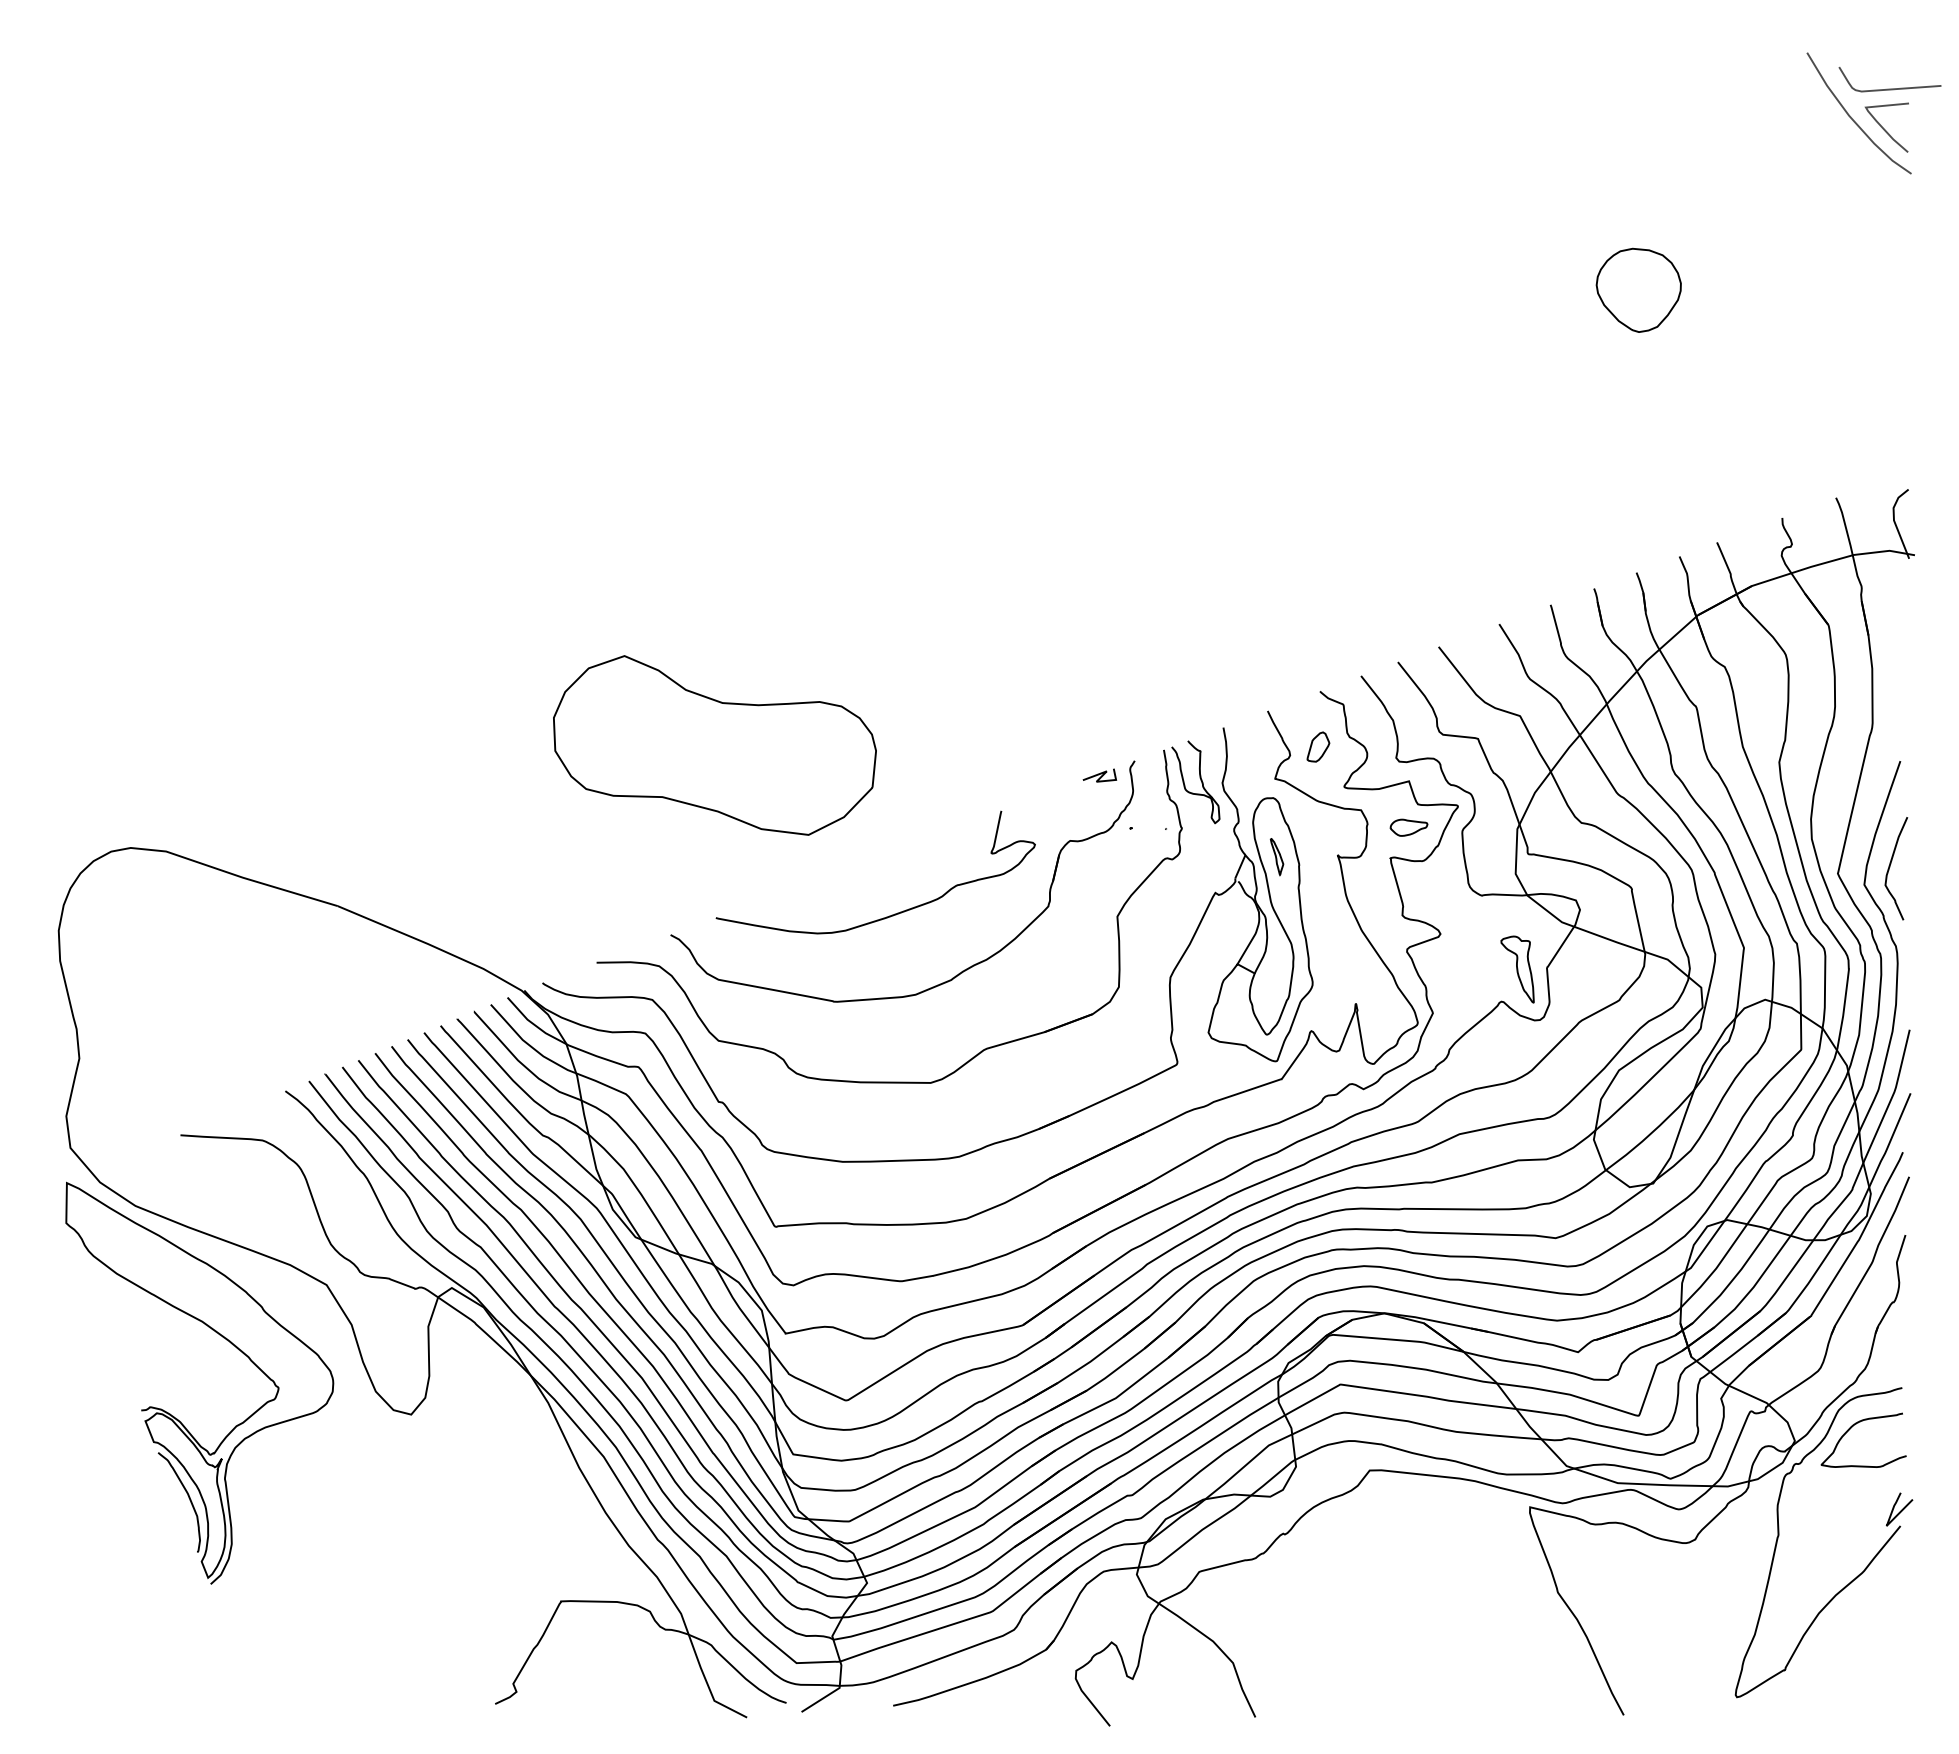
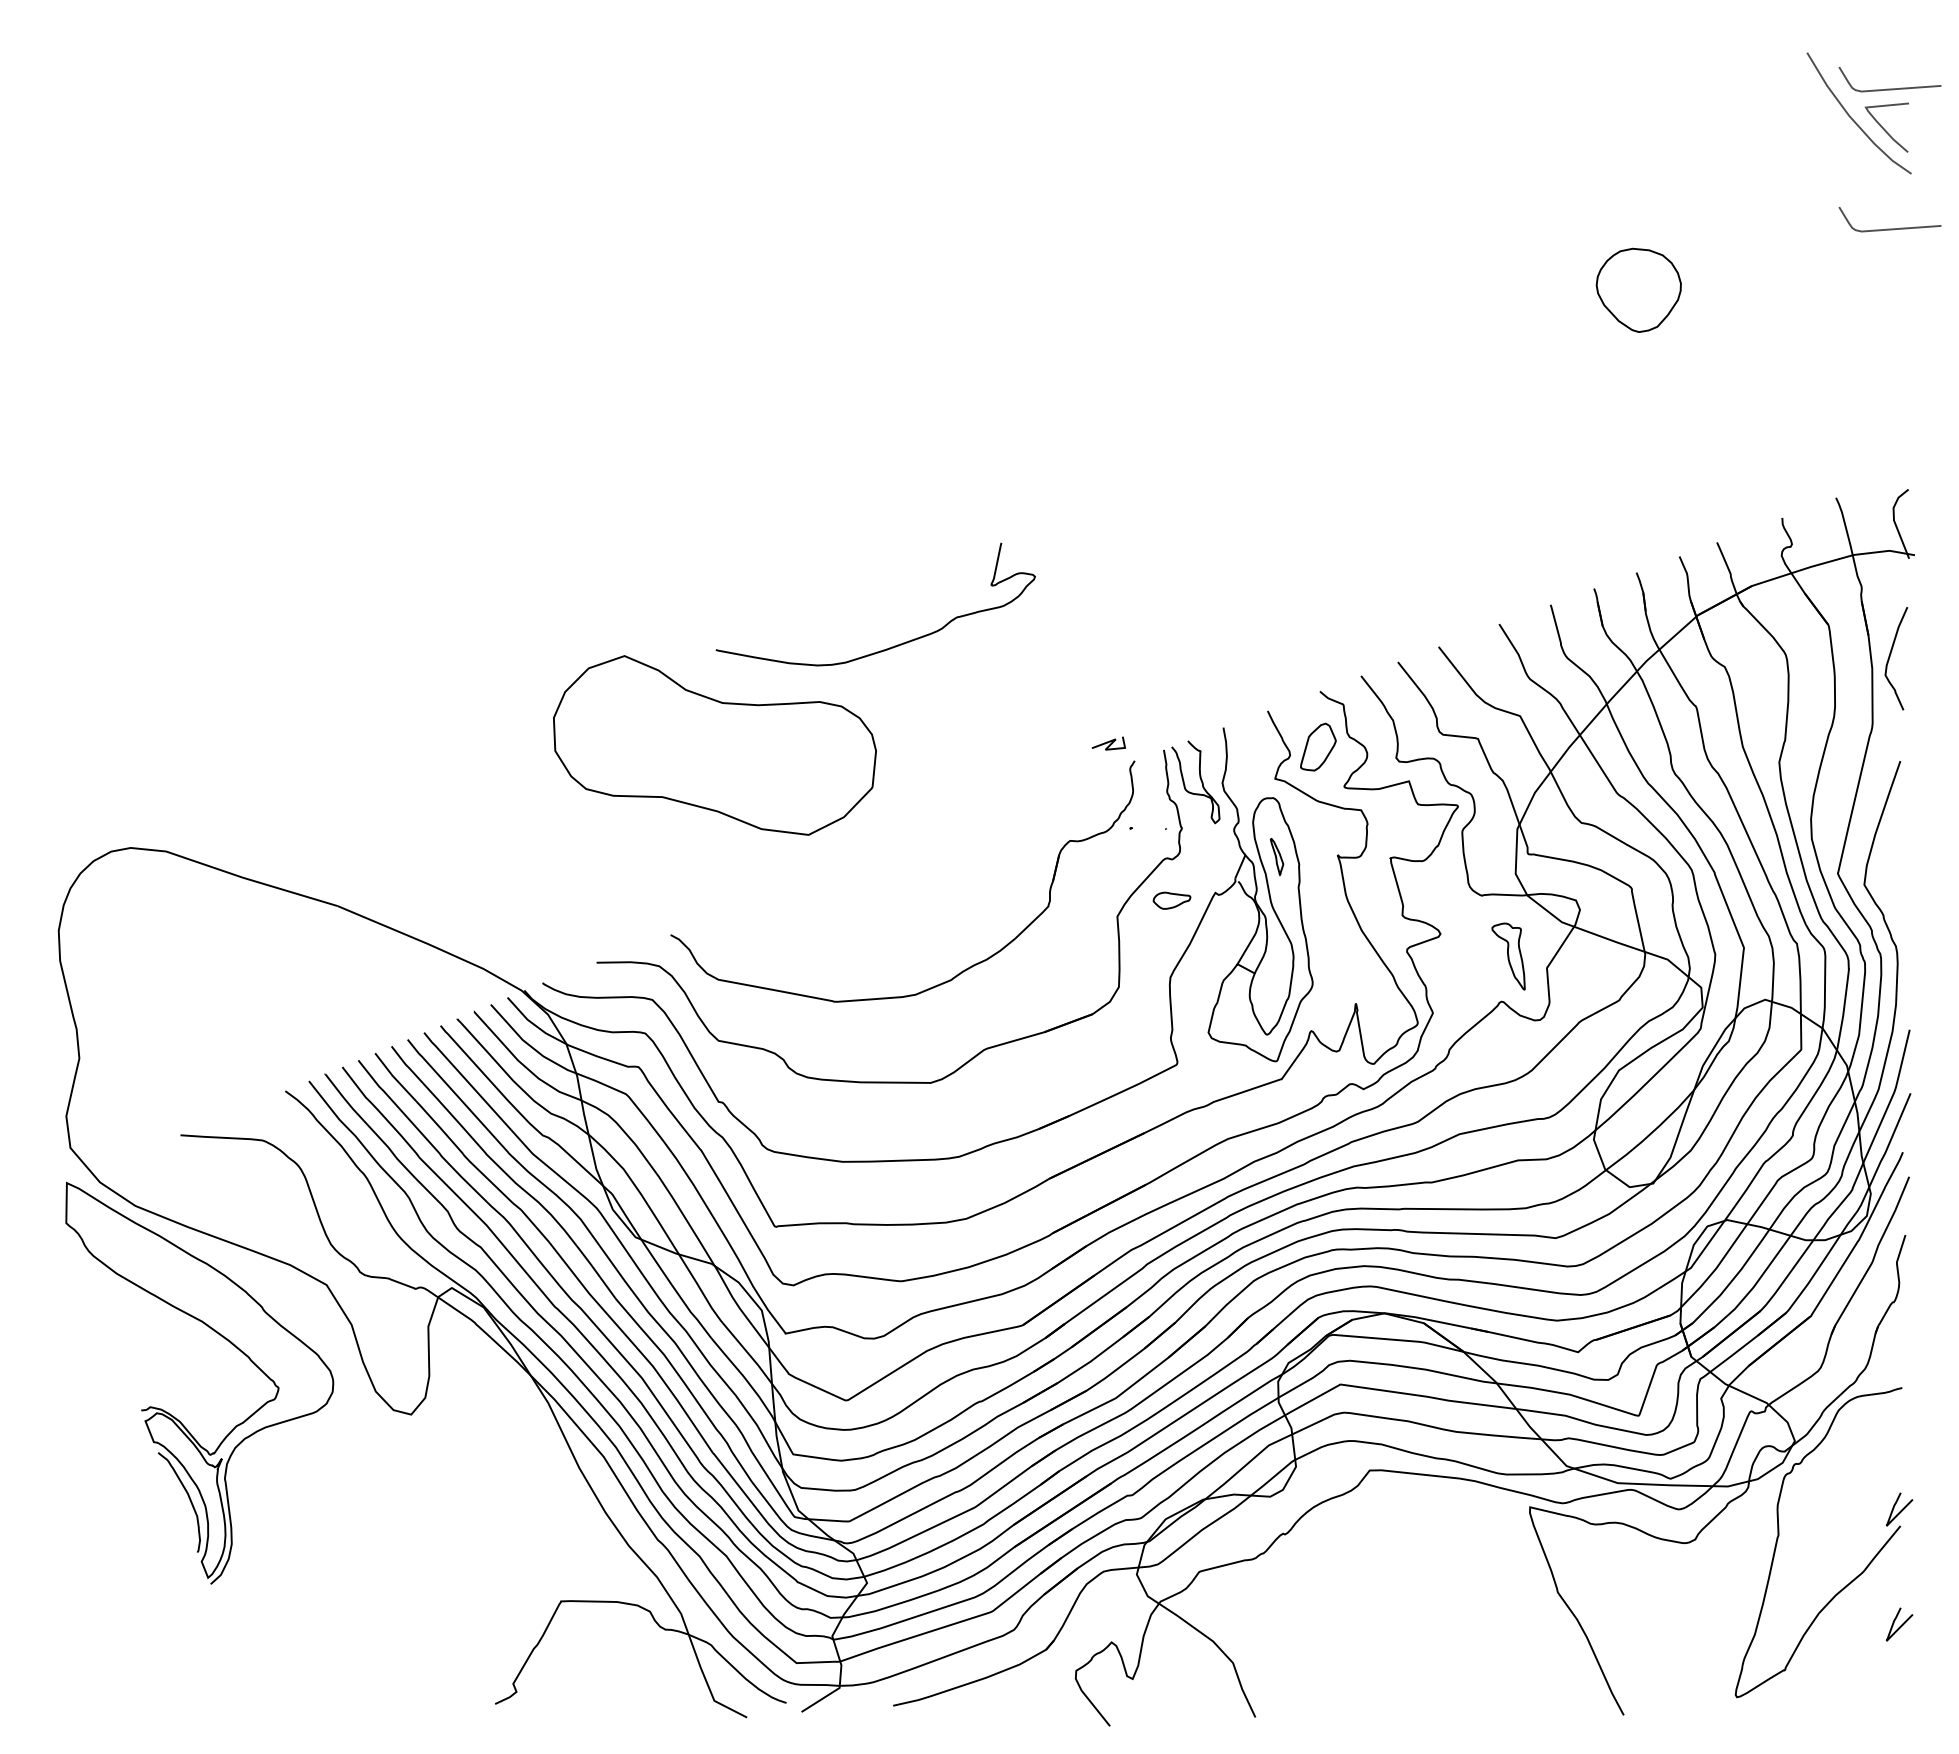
curve at (1889, 228): none -> present
part at (1318, 746) size: 25x32 px -> 37x50 px
curve at (1099, 775) position: (1099, 775) -> (1108, 743)
part at (1408, 827) position: (1408, 827) -> (1171, 900)
curve at (1890, 867) position: (1890, 867) -> (1890, 657)
curve at (894, 913) position: (894, 913) -> (894, 645)
part at (1517, 969) position: (1517, 969) -> (1508, 956)
curve at (1852, 1427): present -> none
curve at (1900, 1625): none -> present
